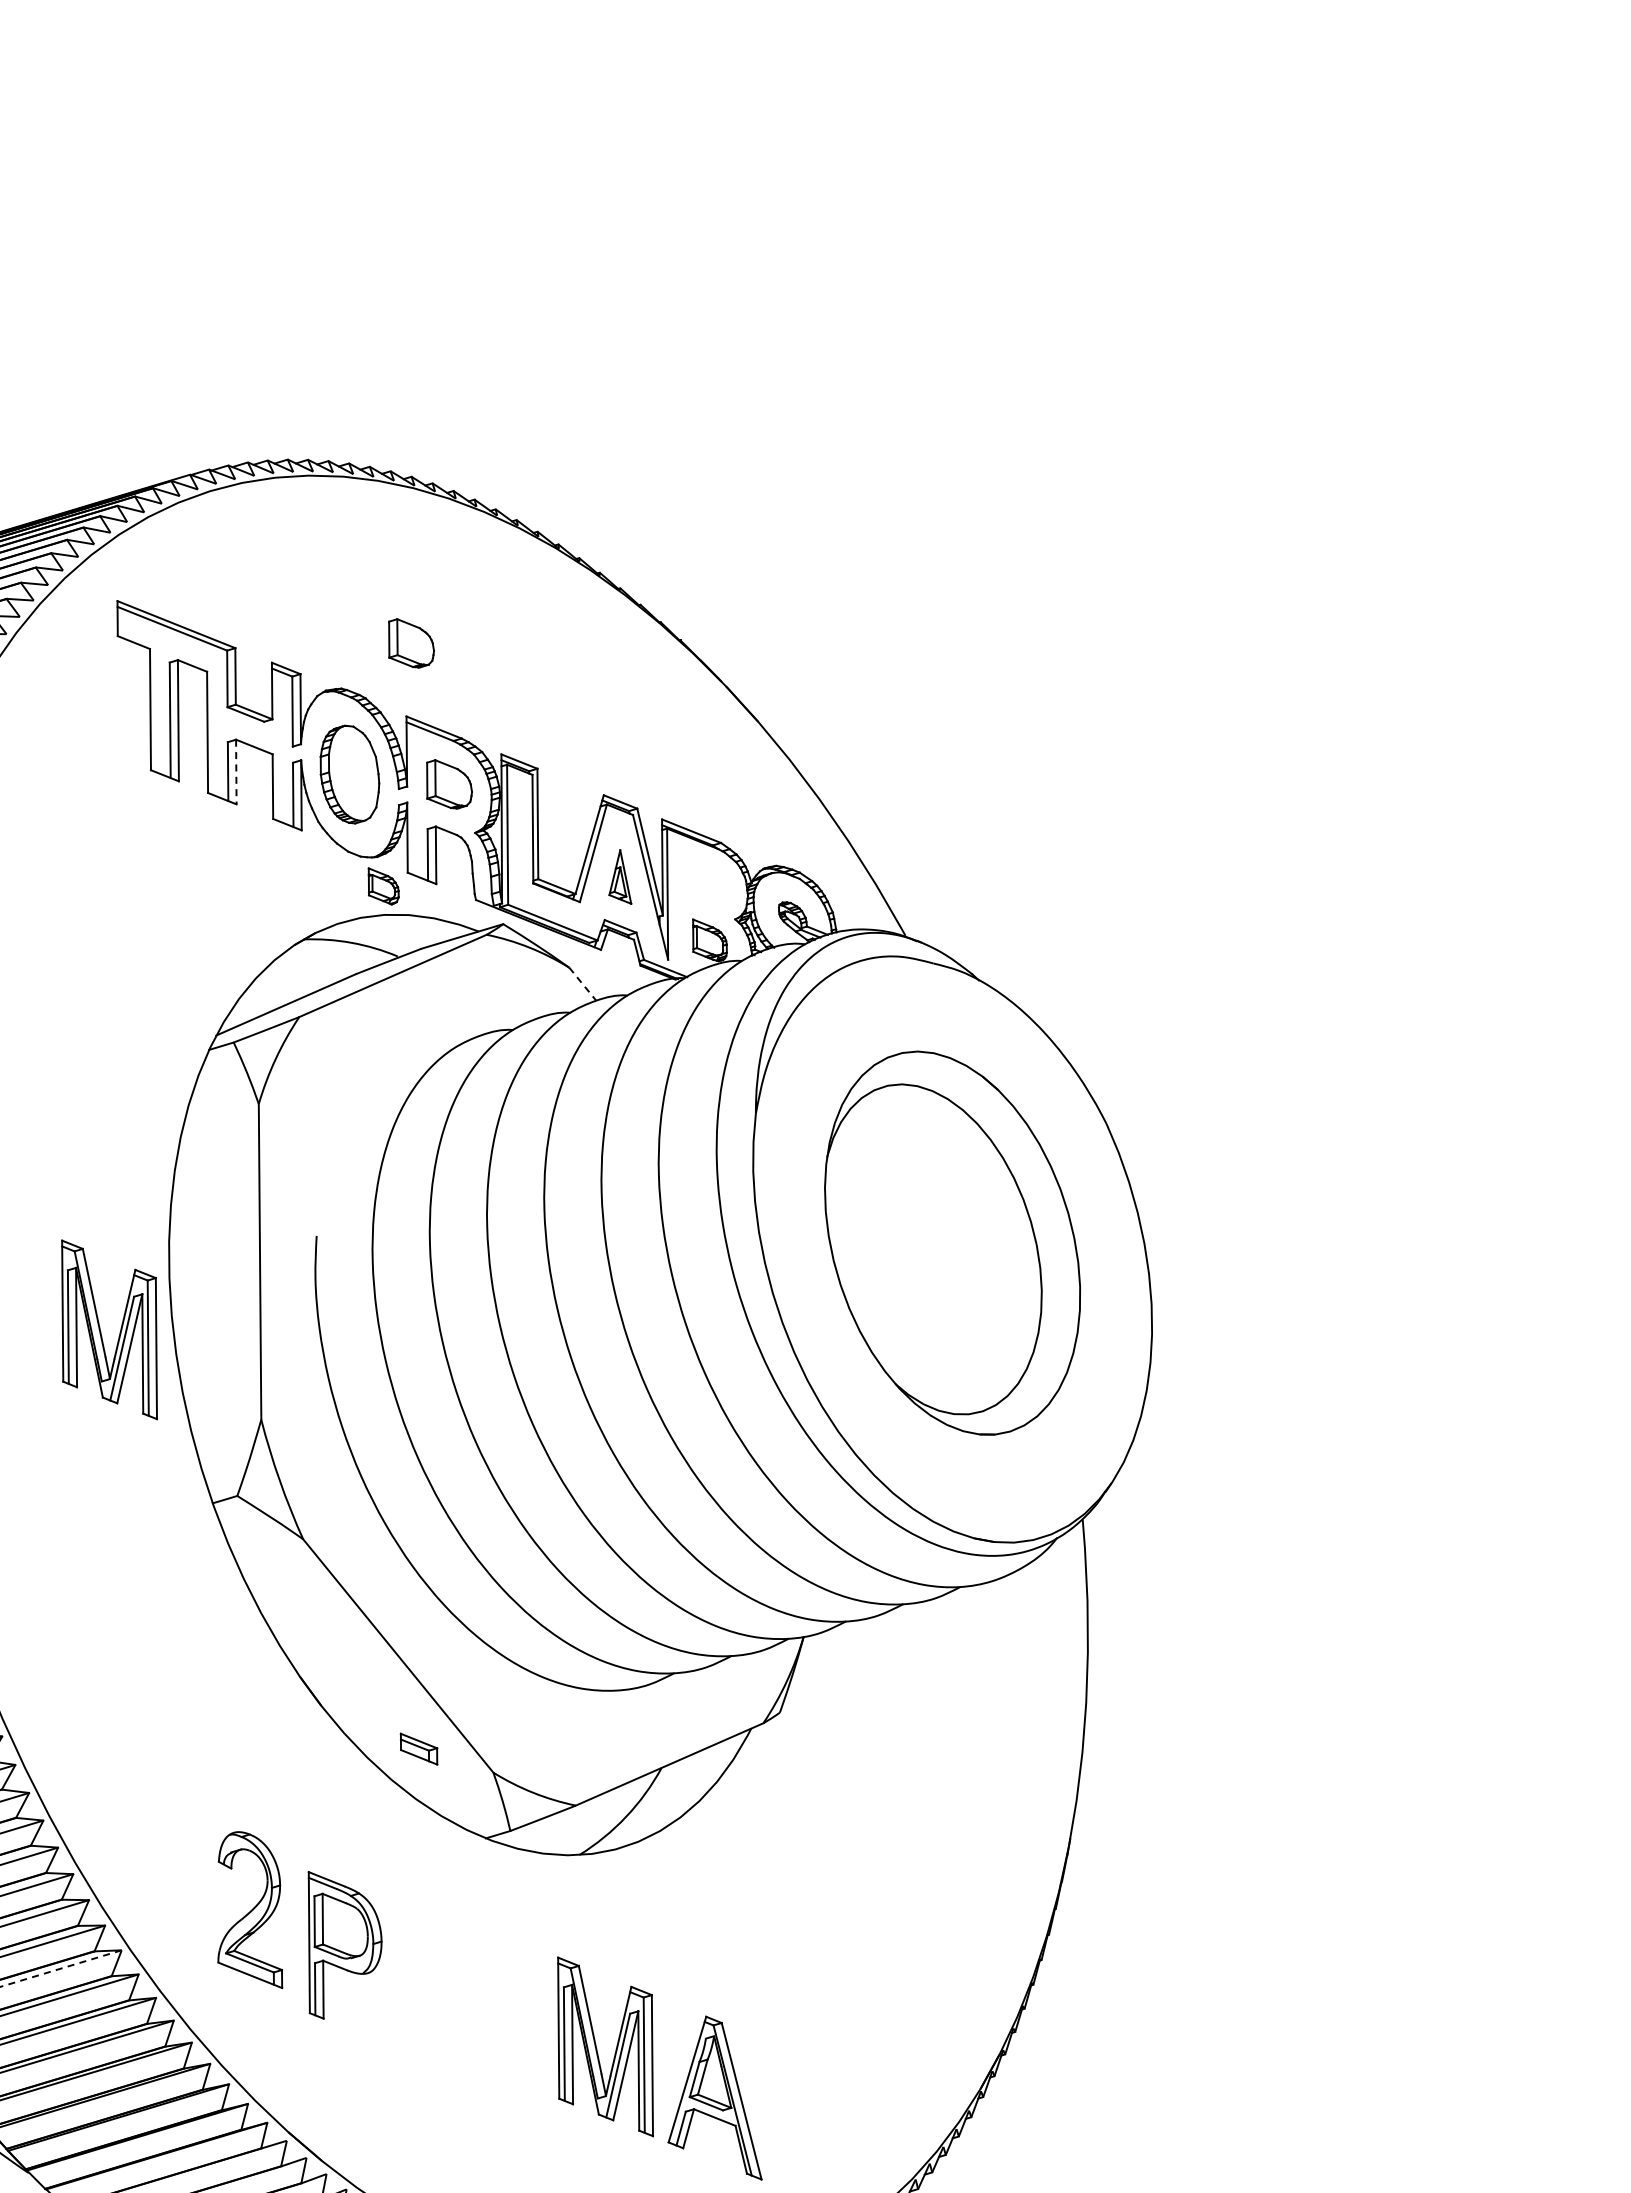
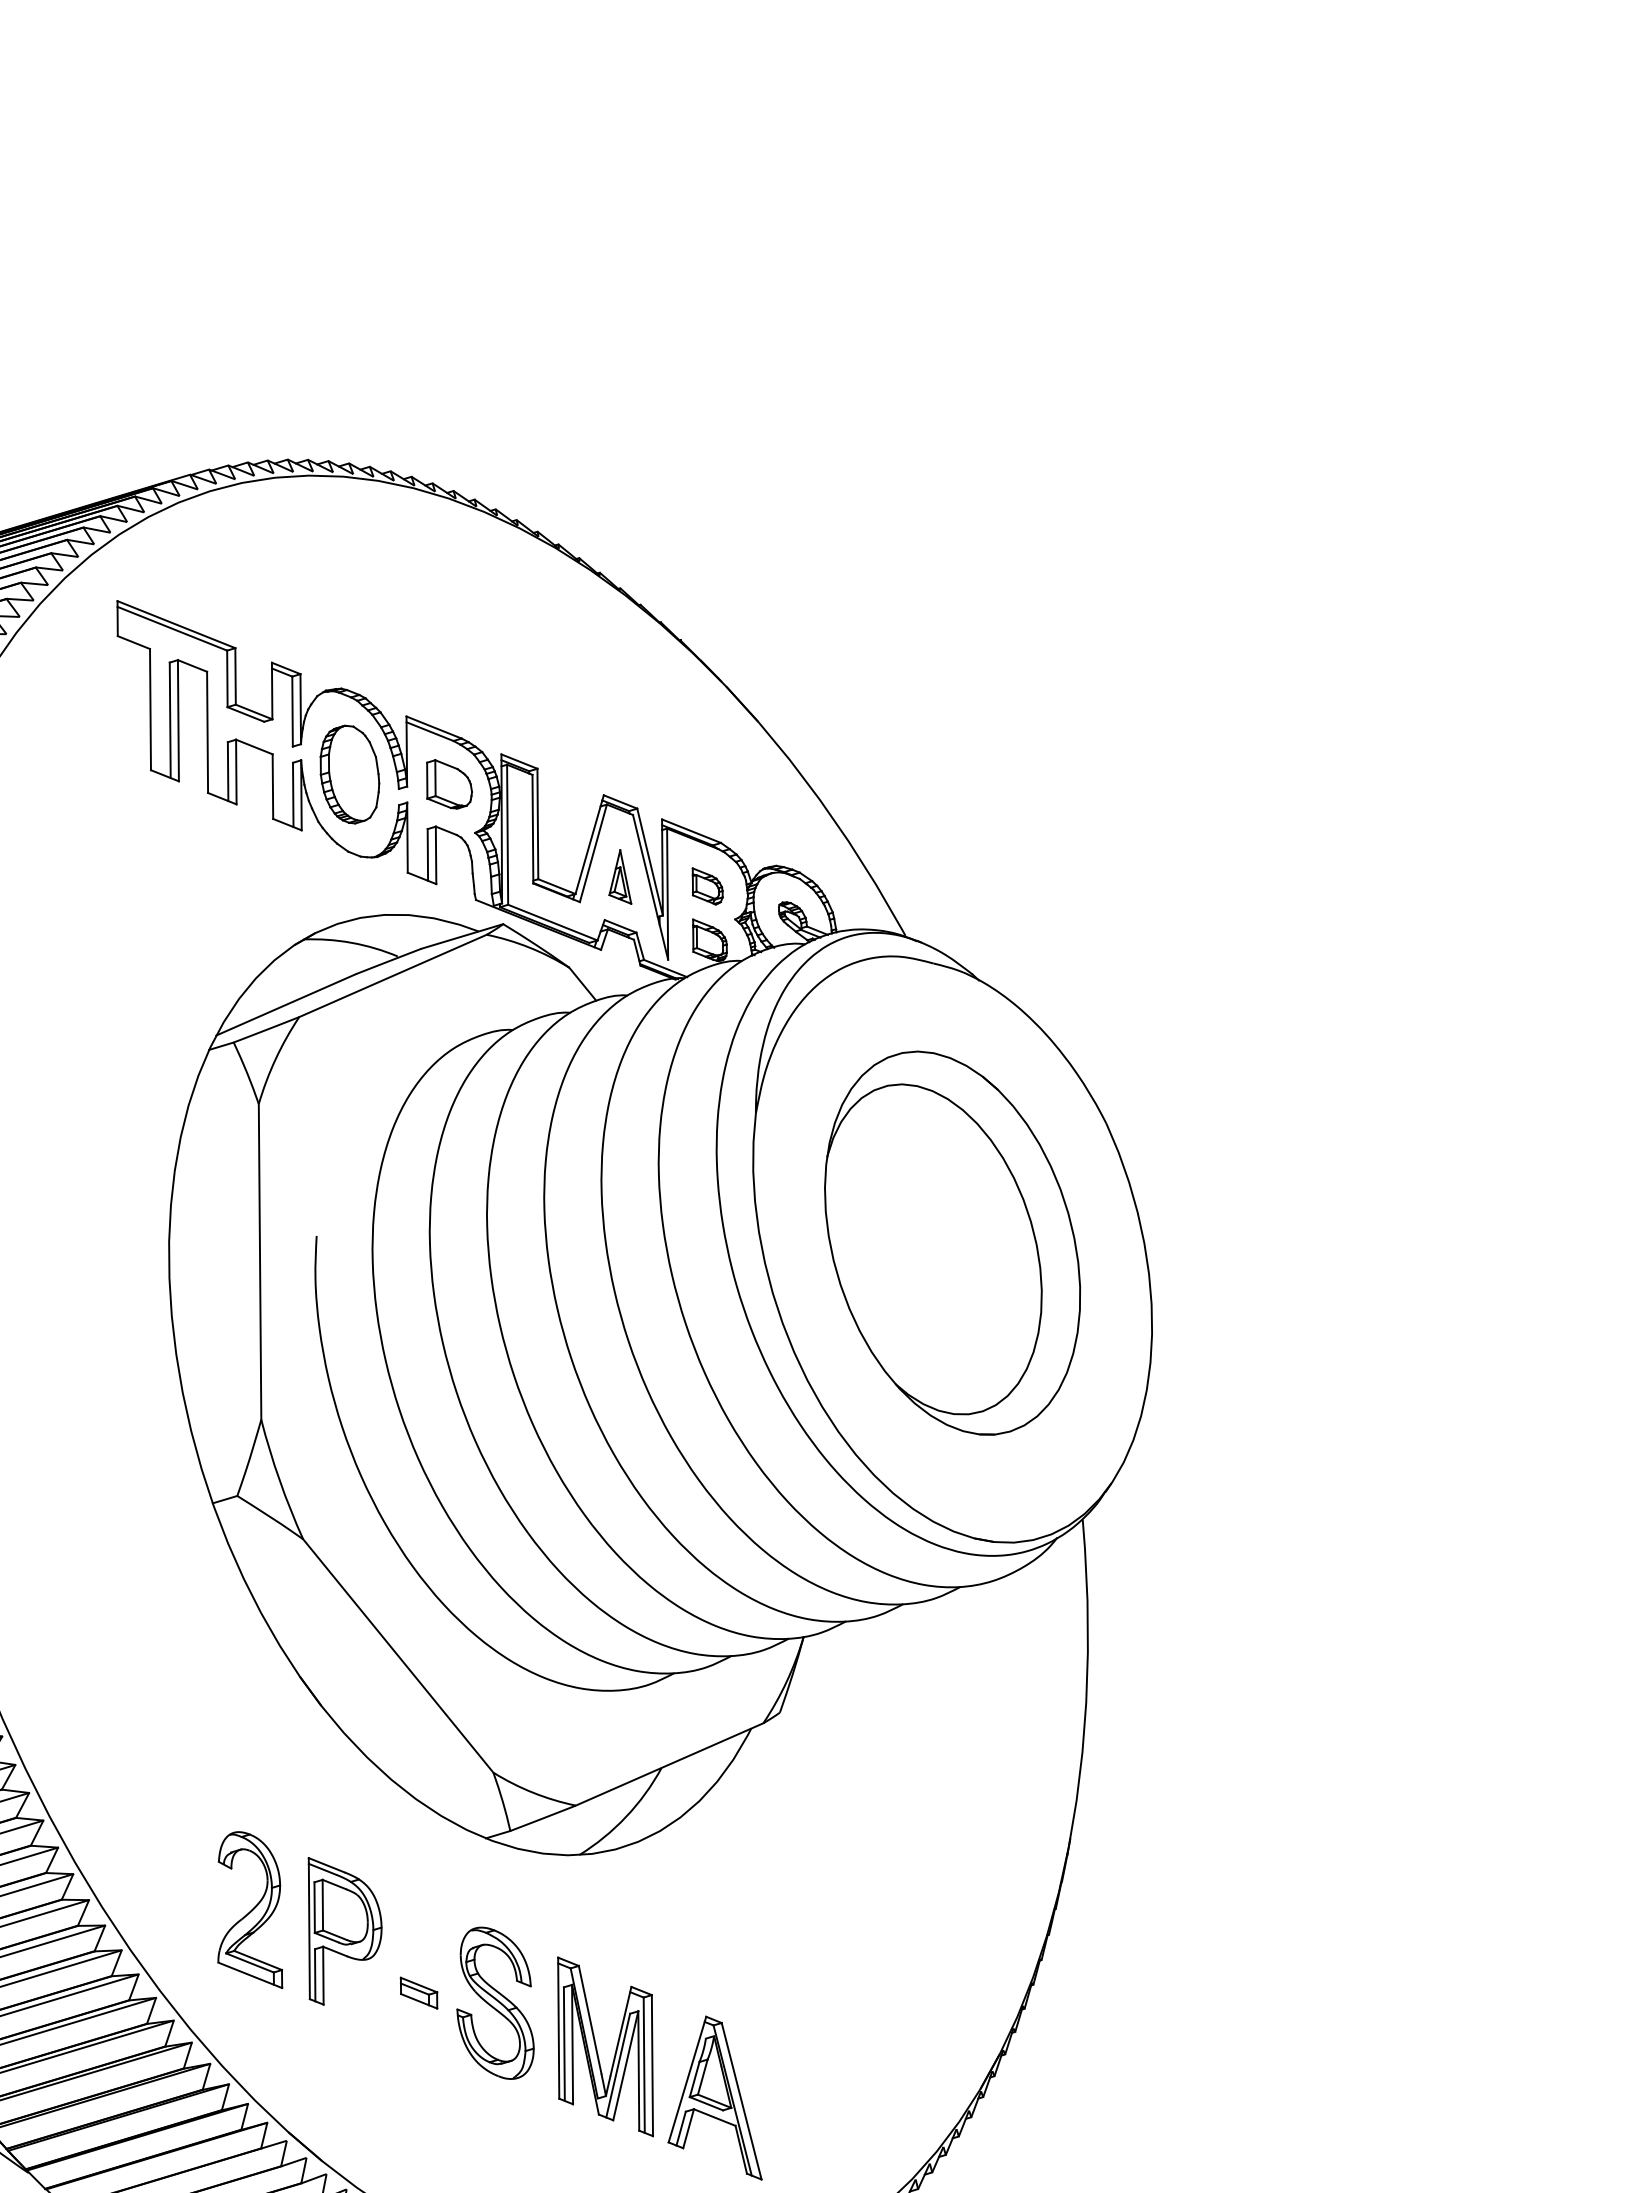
part at (411, 643): present -> none
line at (236, 772): dashed -> solid
part at (383, 886) position: (383, 886) -> (707, 886)
line at (583, 984): dashed -> solid
part at (101, 1331): present -> none
part at (418, 1748) position: (418, 1748) -> (418, 1992)
part at (344, 1945) position: (344, 1945) -> (344, 1931)
line at (60, 1968): dashed -> solid
part at (495, 2002): none -> present
